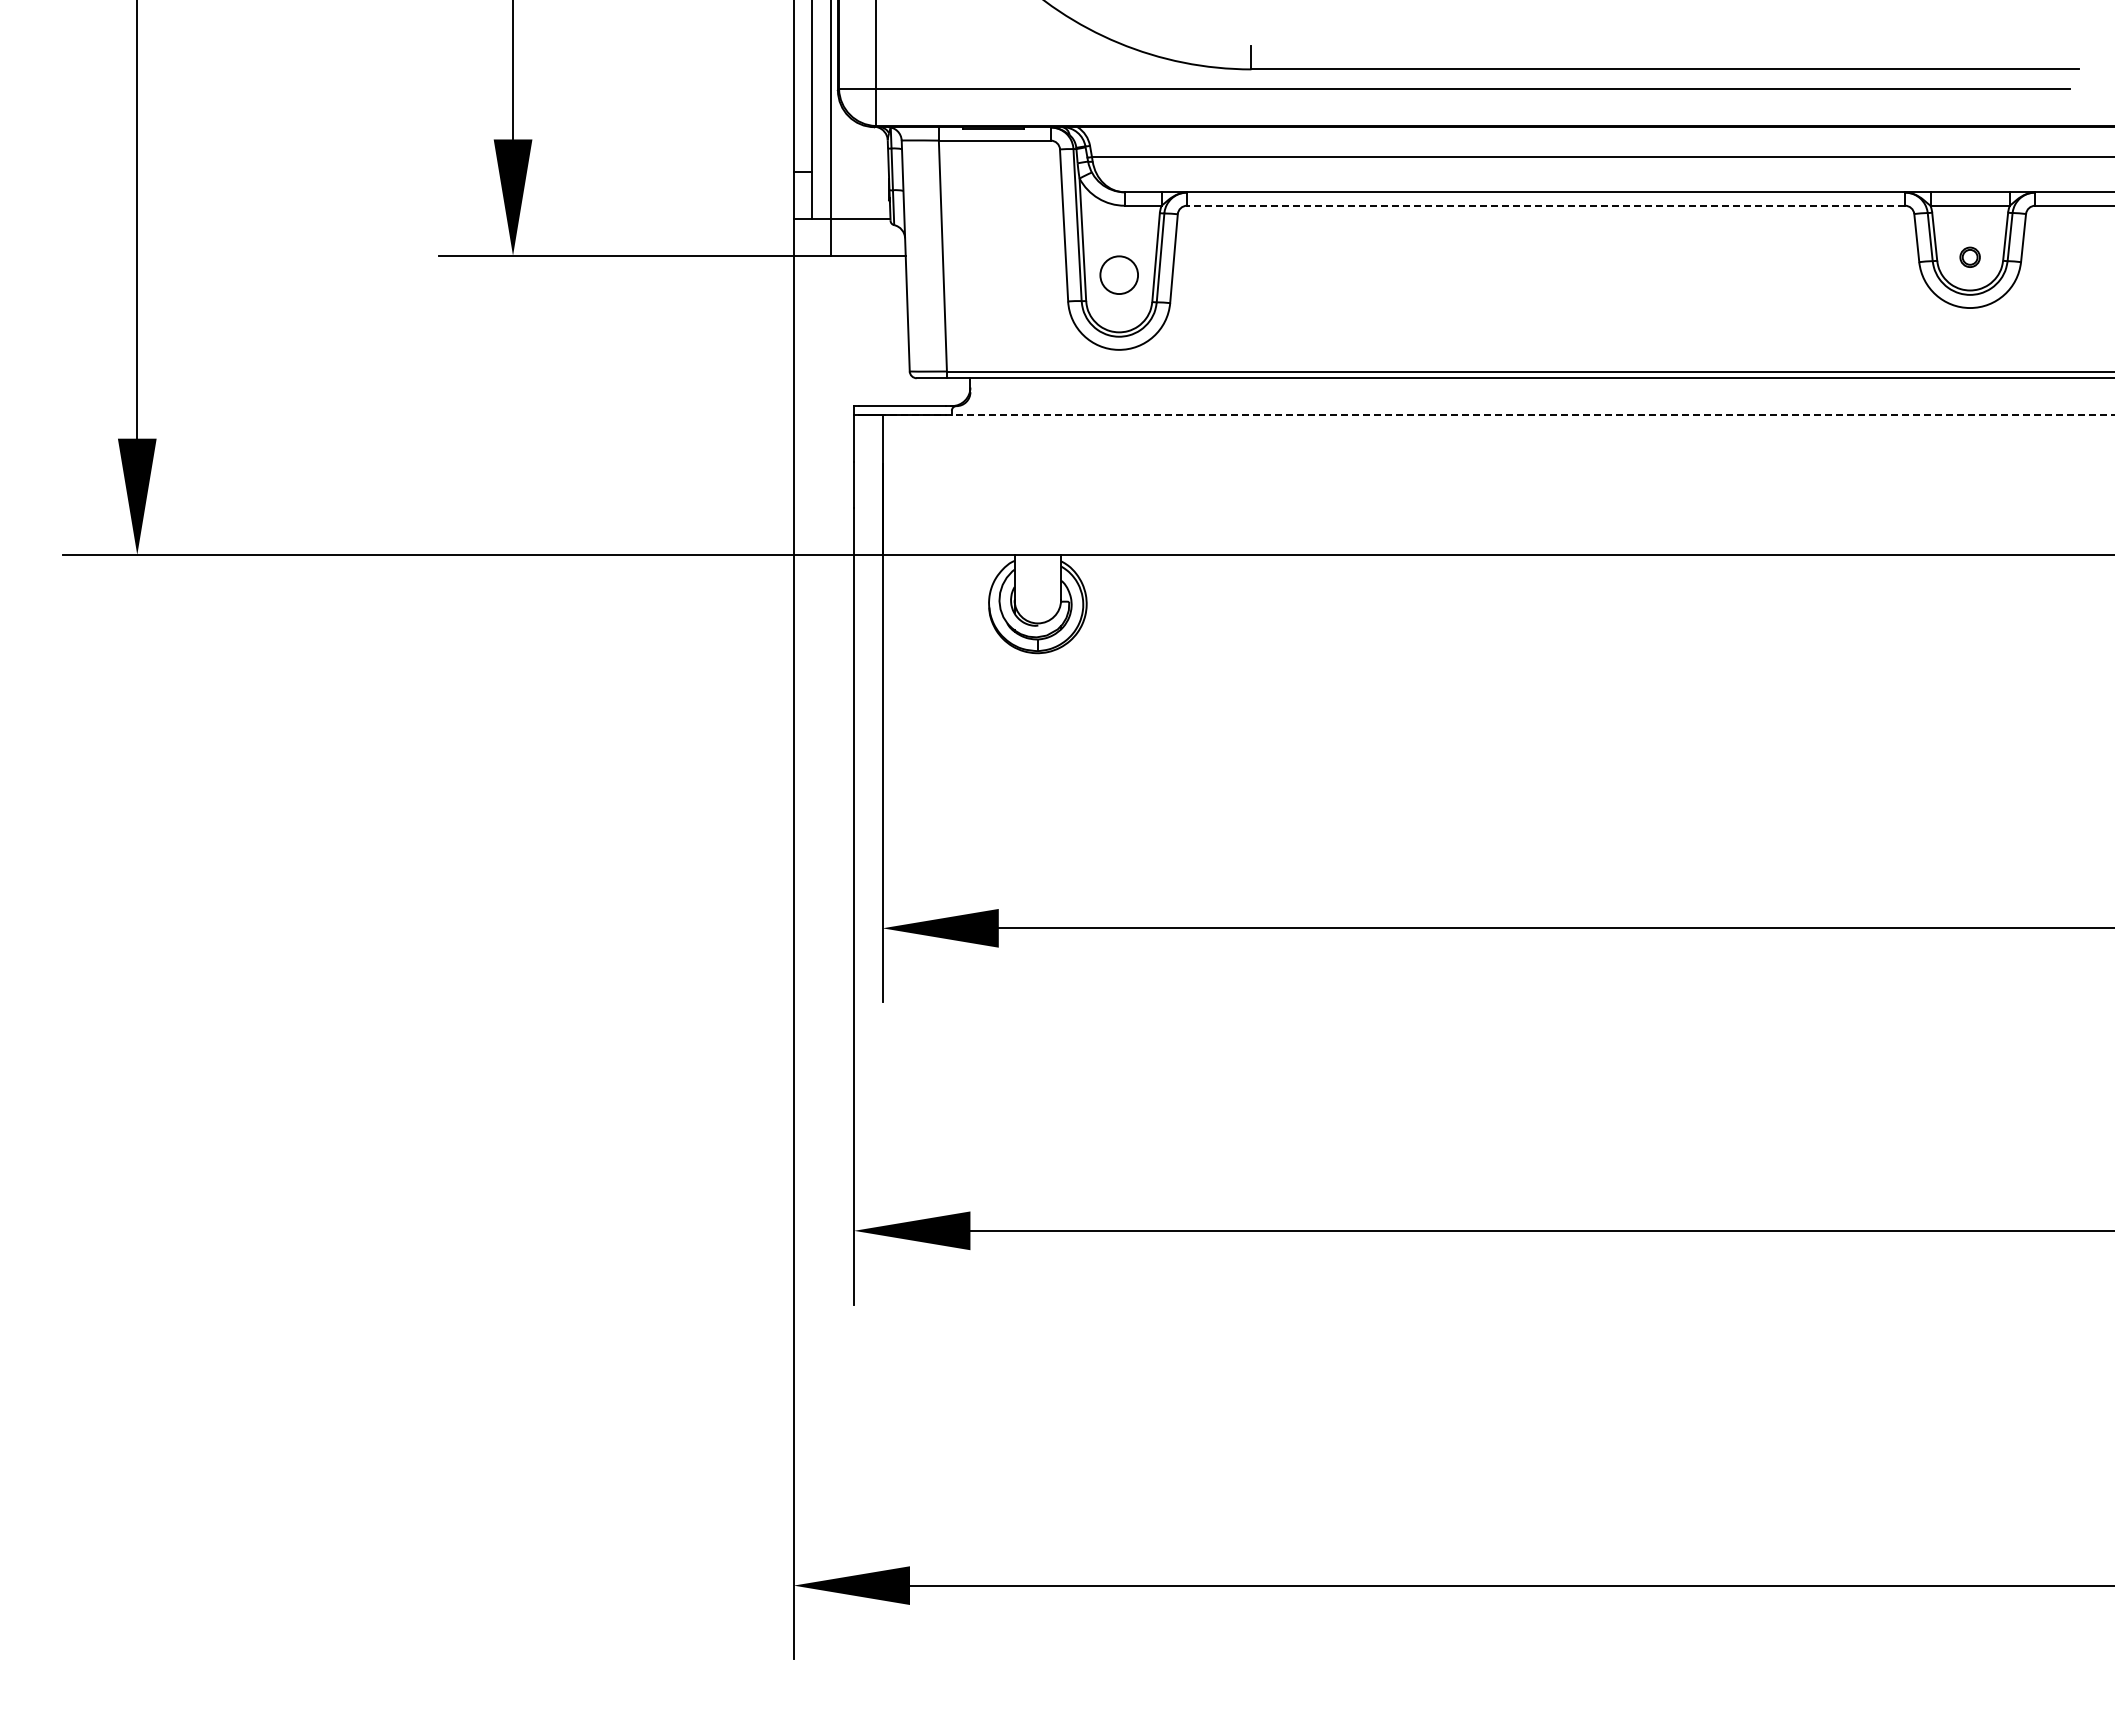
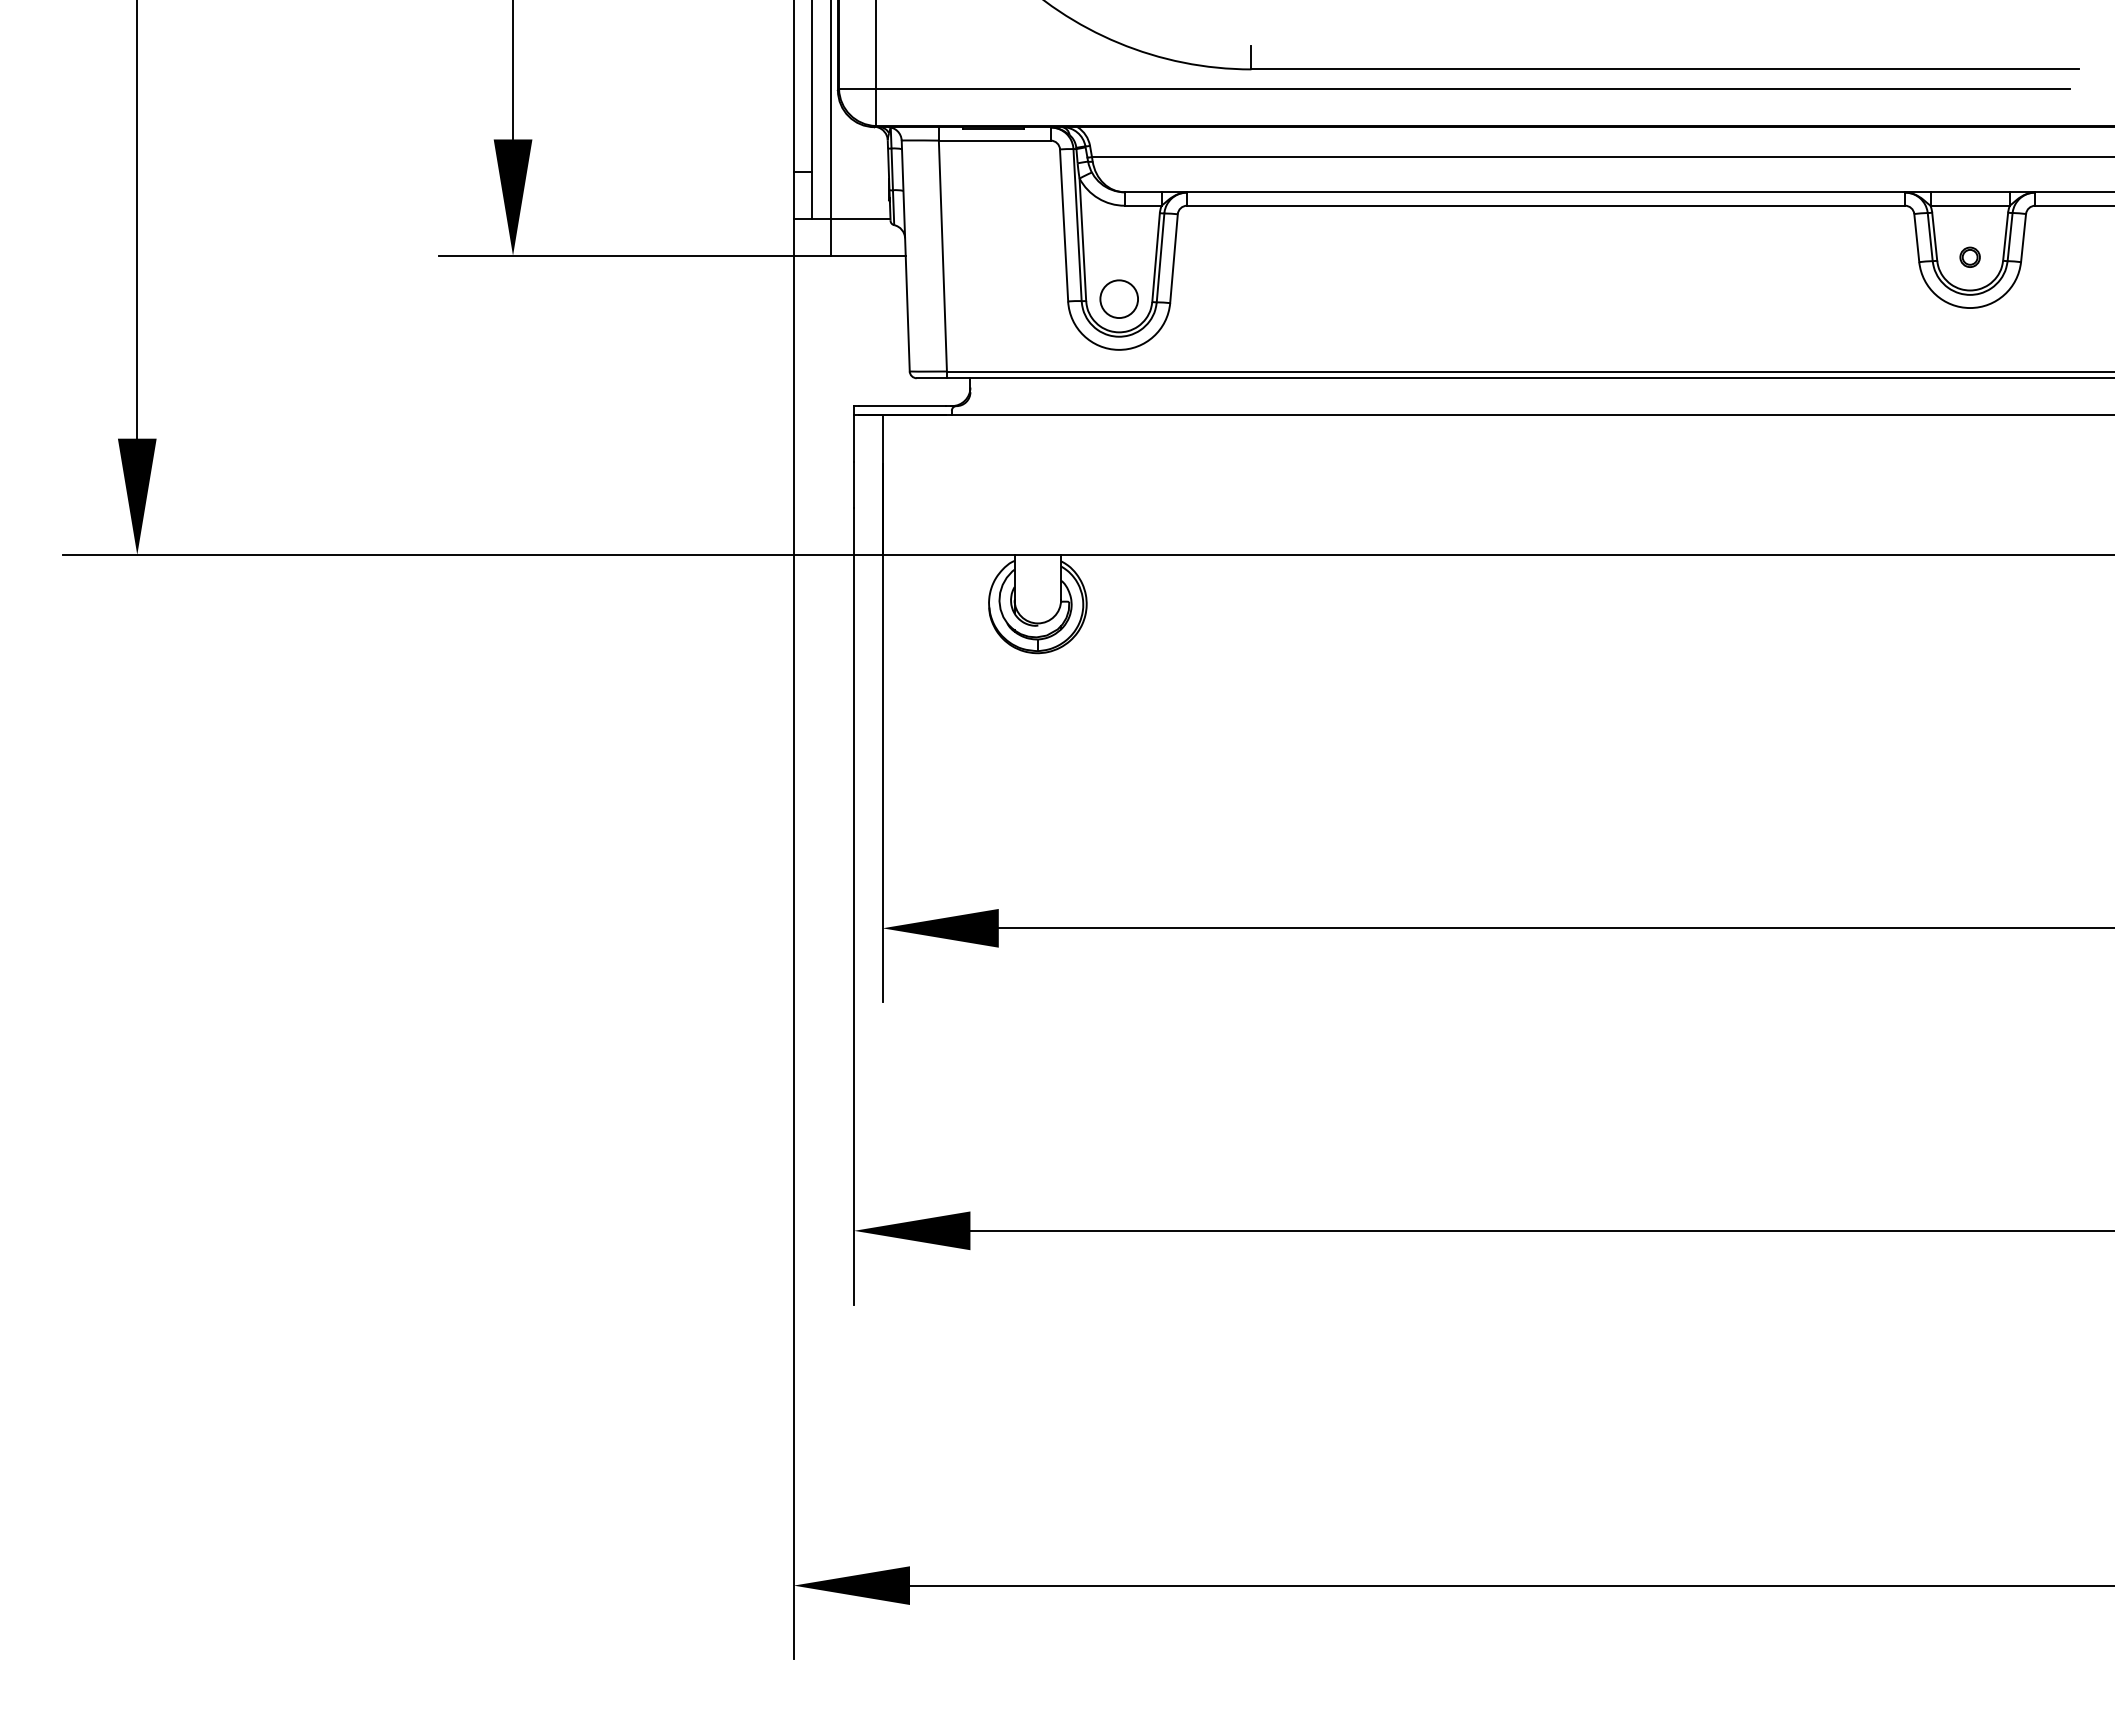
line at (1546, 205): dashed -> solid
circle at (1118, 274) position: (1118, 274) -> (1118, 298)
line at (1498, 415): dashed -> solid
